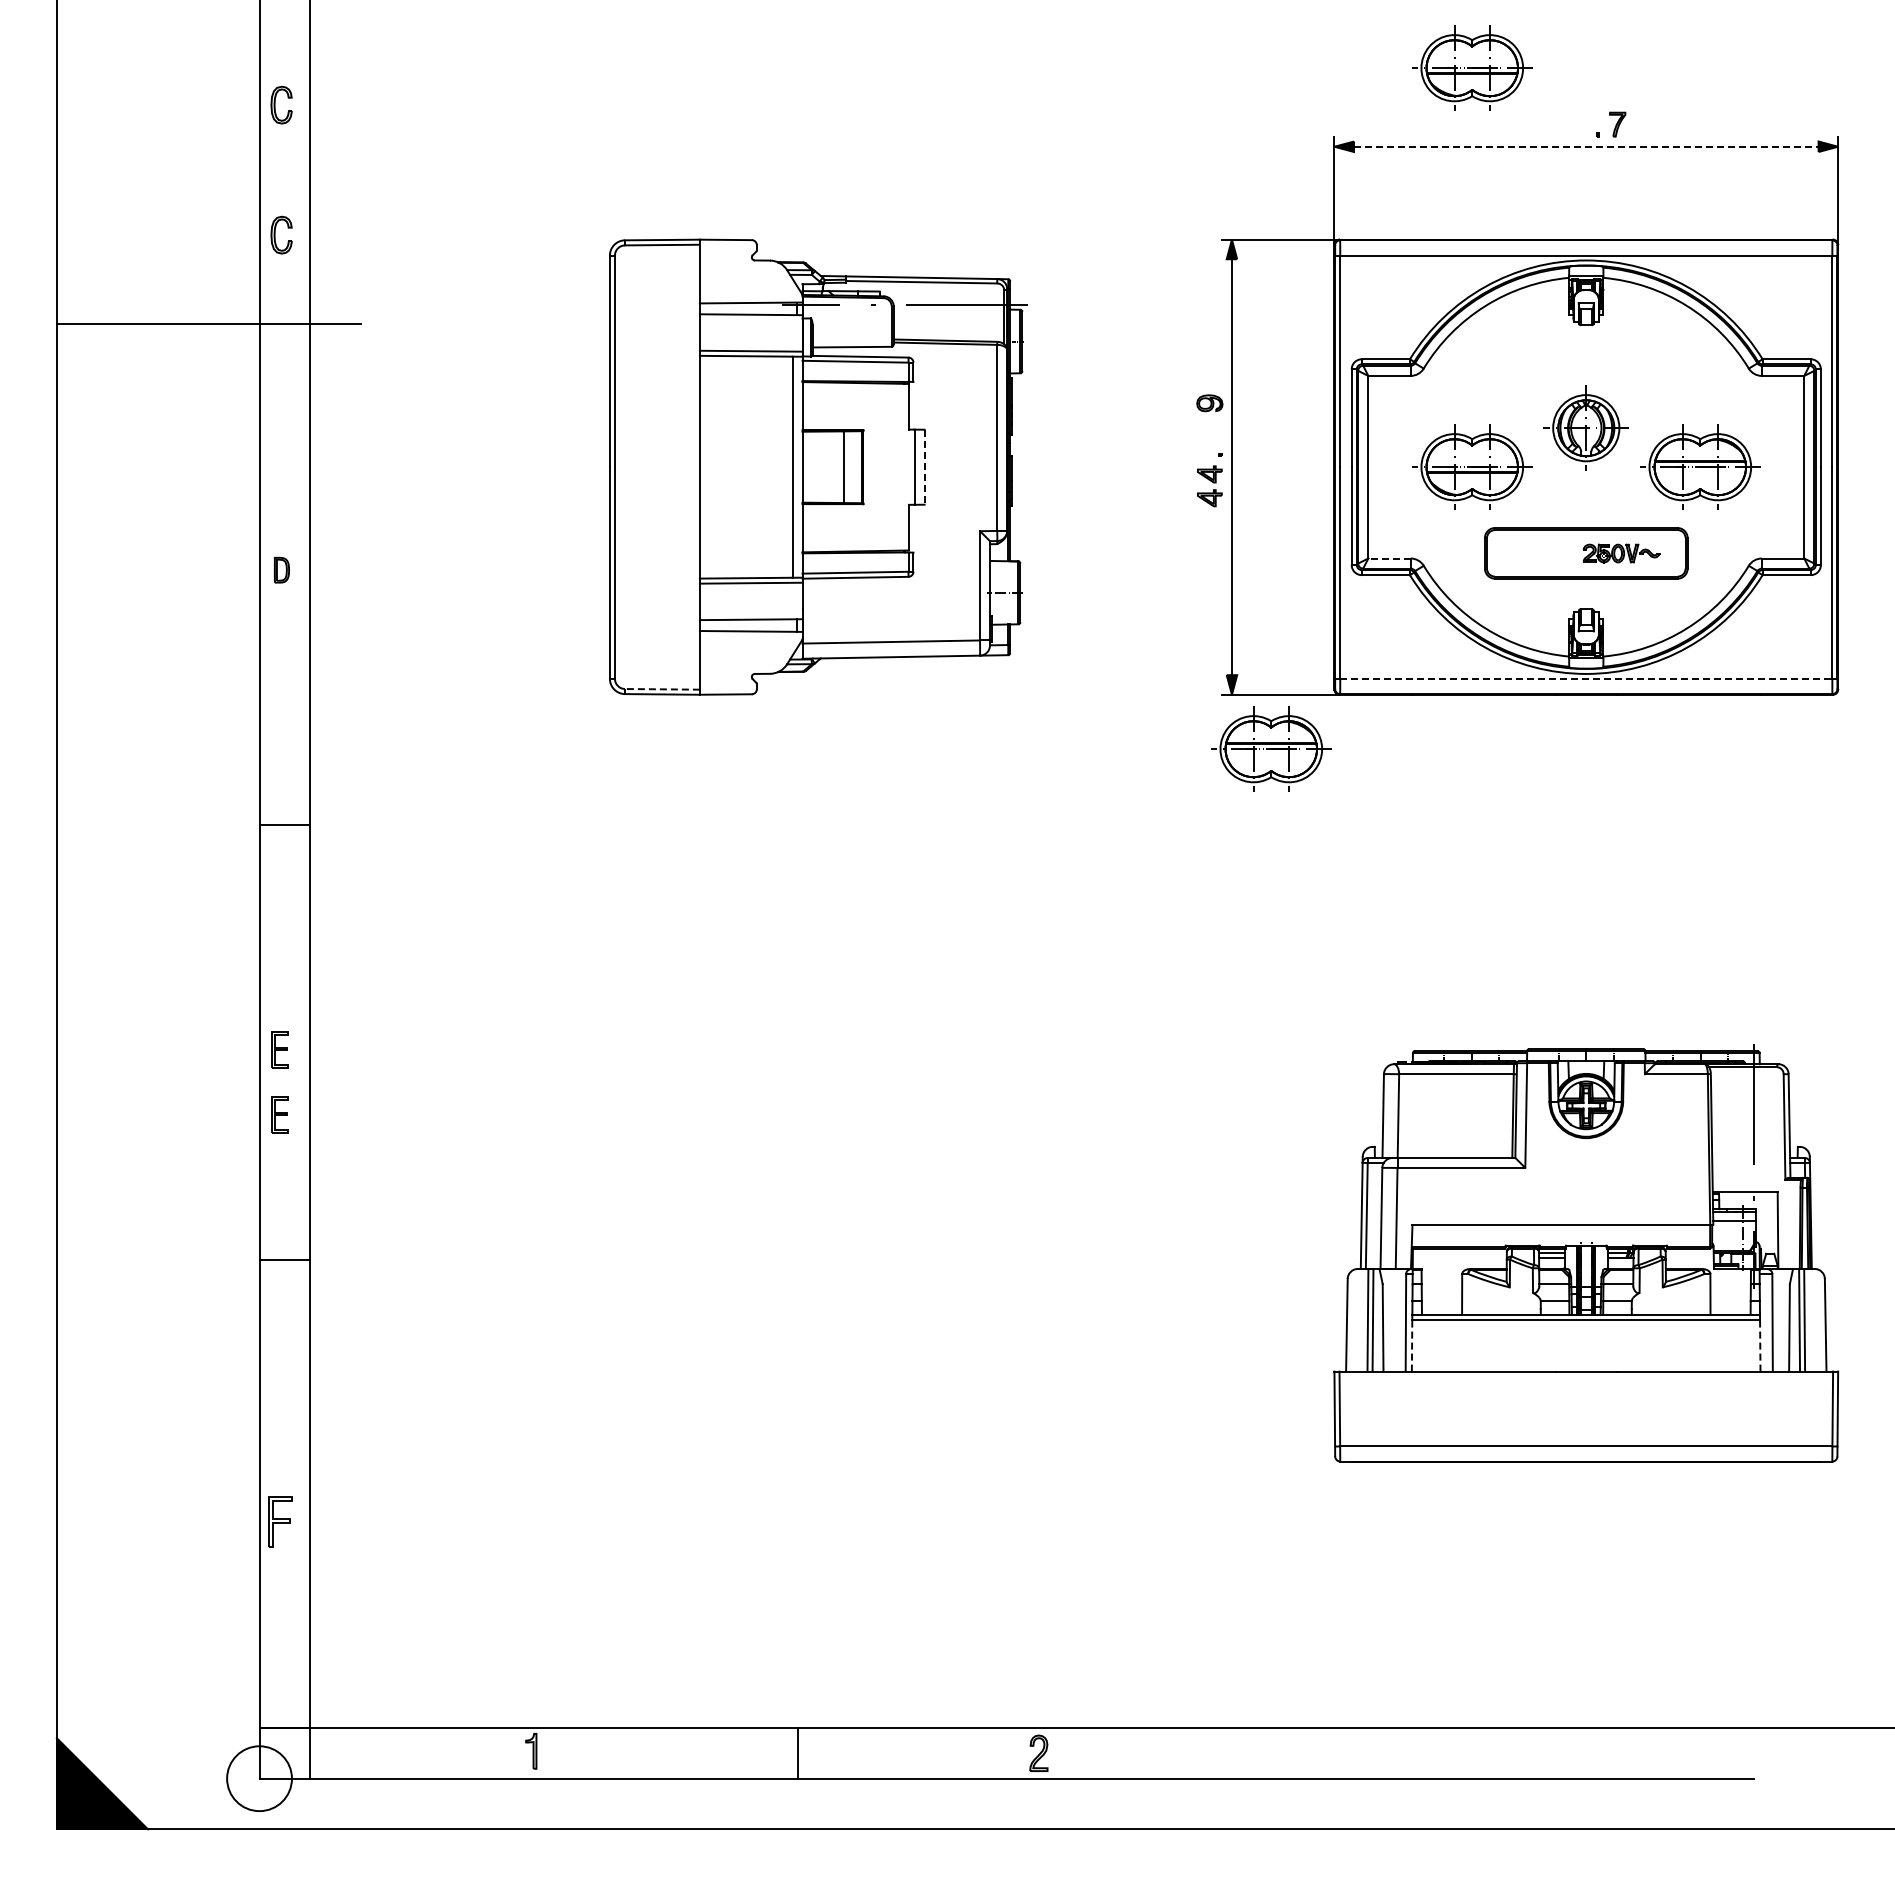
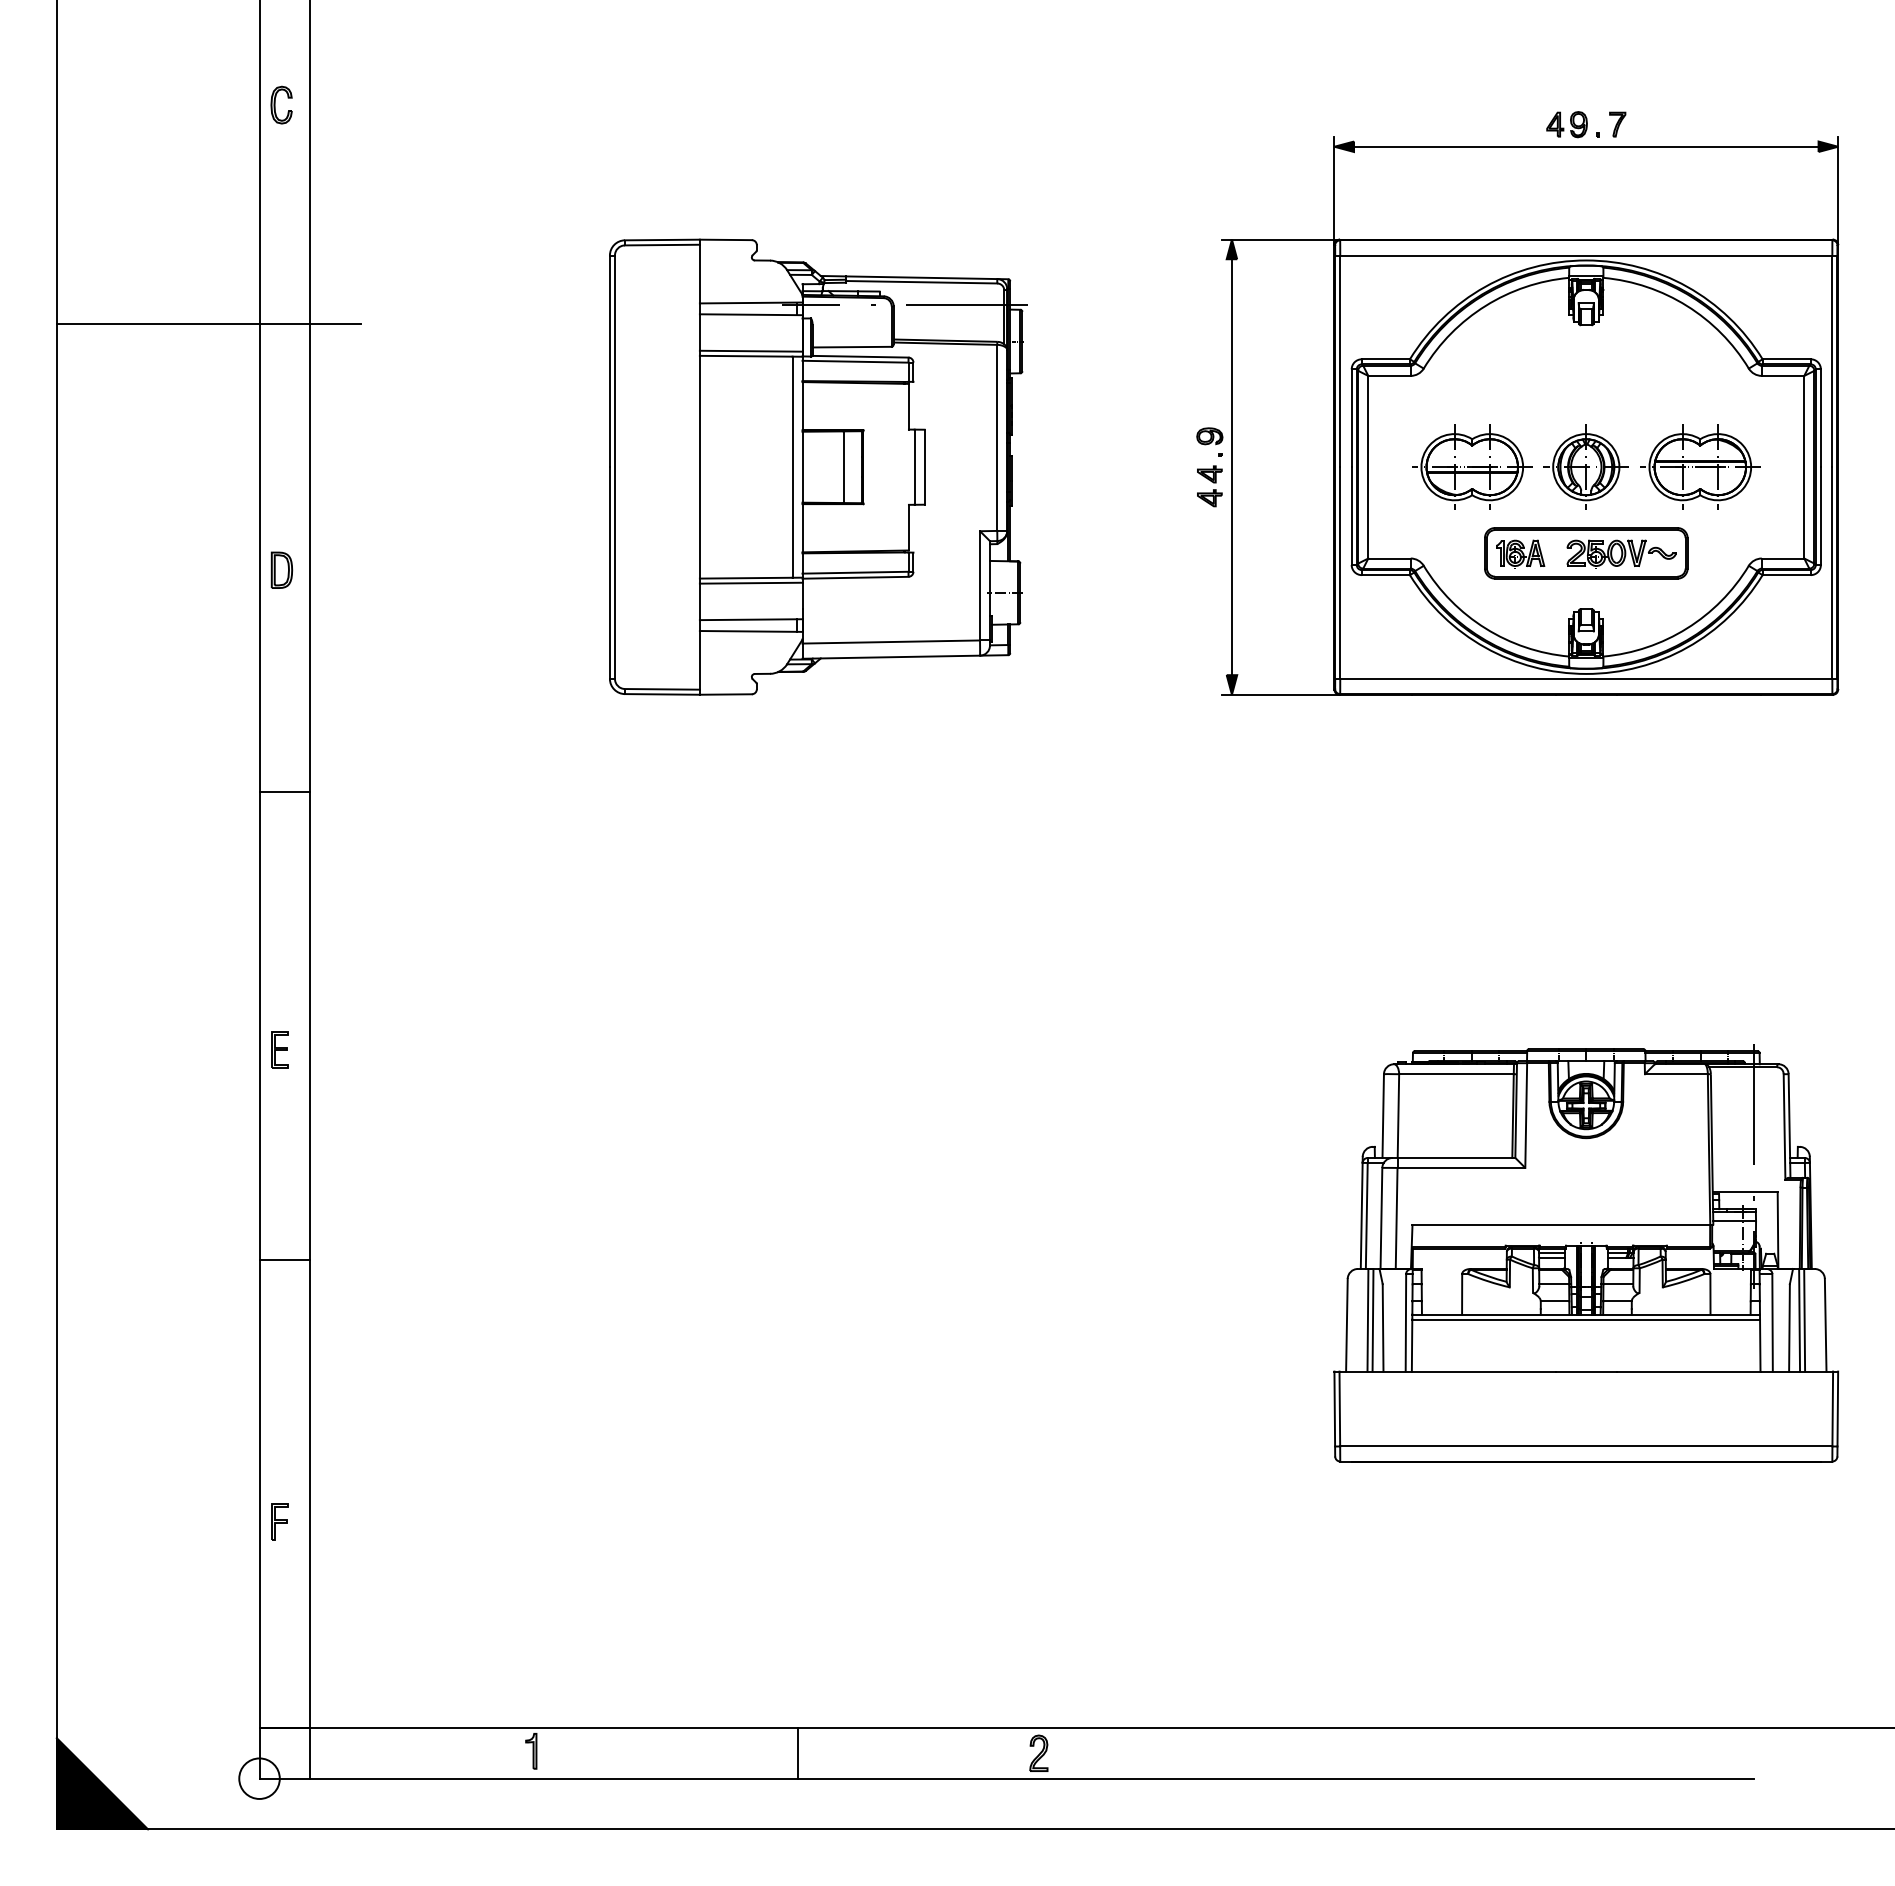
part at (1472, 67): present -> none
part at (1566, 124): none -> present
line at (1586, 146): dashed -> solid
part at (281, 234): present -> none
part at (1209, 403) position: (1209, 403) -> (1209, 436)
part at (1585, 427) position: (1585, 427) -> (1585, 466)
line at (924, 467): dashed -> solid
part at (1520, 553): none -> present
part at (1621, 553) size: 79x21 px -> 111x30 px
line at (1389, 558): dashed -> solid
part at (281, 569) size: 16x28 px -> 24x38 px
line at (1586, 678): dashed -> solid
line at (661, 689): dashed -> solid
part at (1271, 748): present -> none
line at (284, 825) position: (284, 825) -> (284, 792)
part at (279, 1114): present -> none
line at (1412, 1345): dashed -> solid
line at (1760, 1345): dashed -> solid
part at (280, 1521) size: 25x52 px -> 18x38 px
circle at (259, 1778) diameter: 65 px -> 41 px
